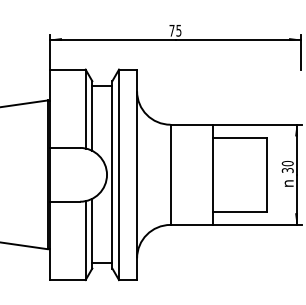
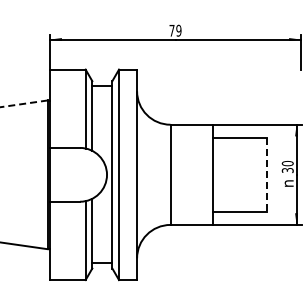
text at (178, 30): 75 -> 79
line at (24, 103): solid -> dashed
line at (266, 174): solid -> dashed
